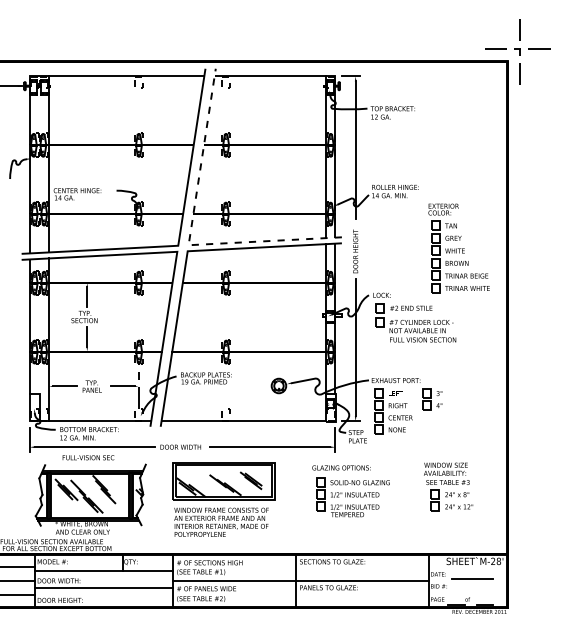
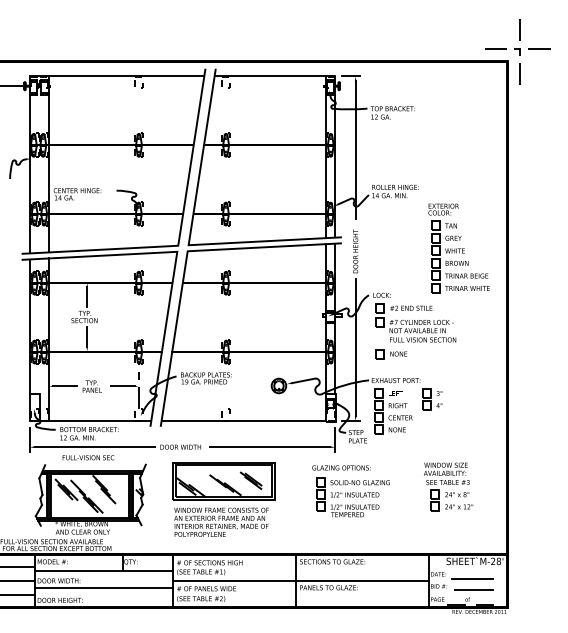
line at (190, 233): dashed -> solid
part at (391, 354): none -> present
line at (473, 590): none -> present
